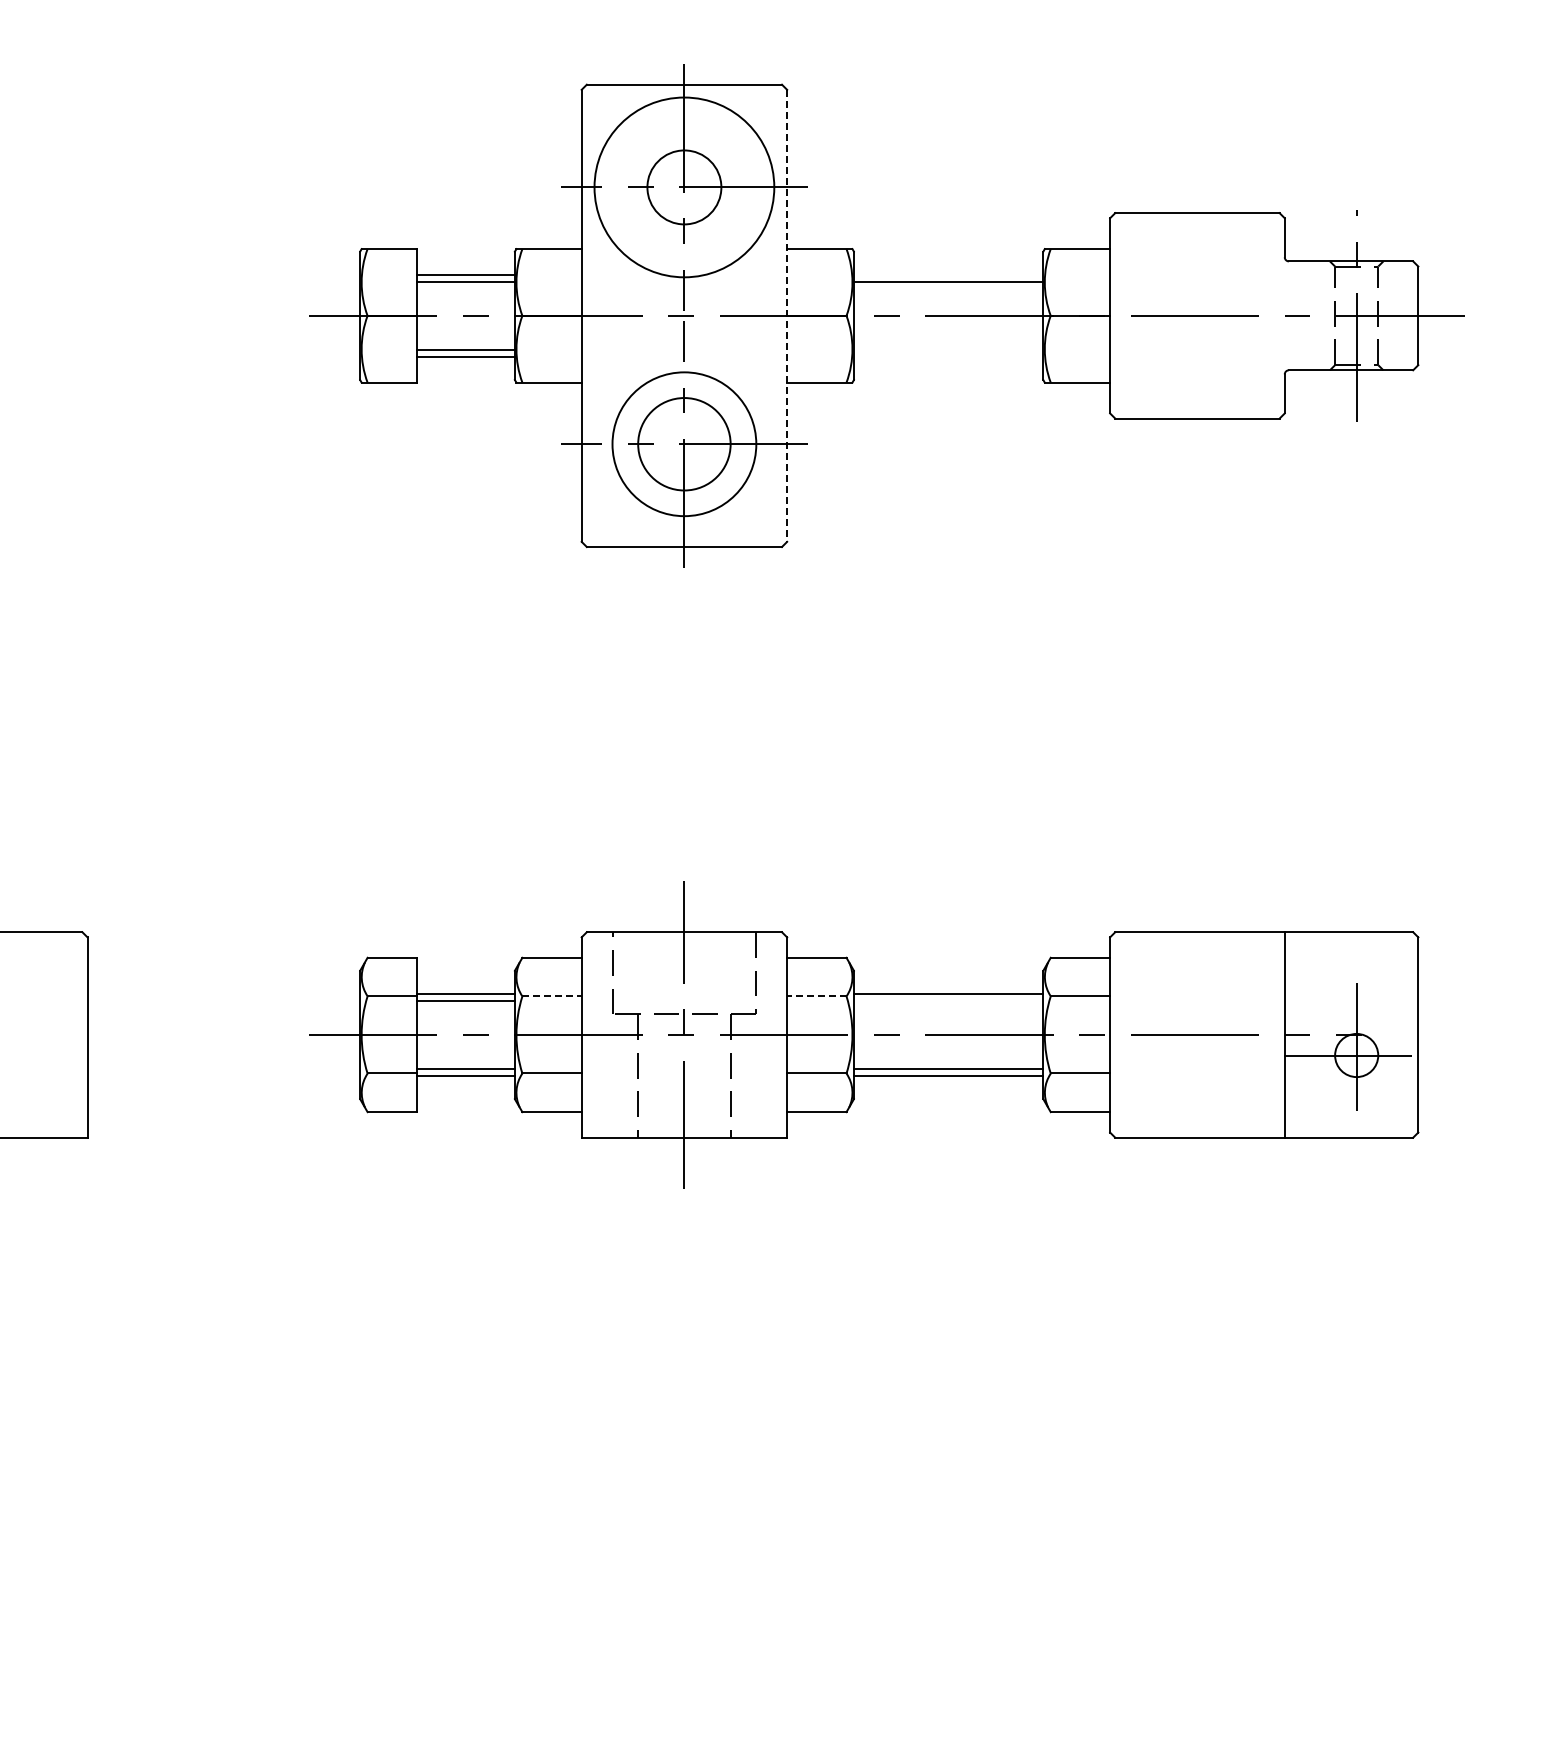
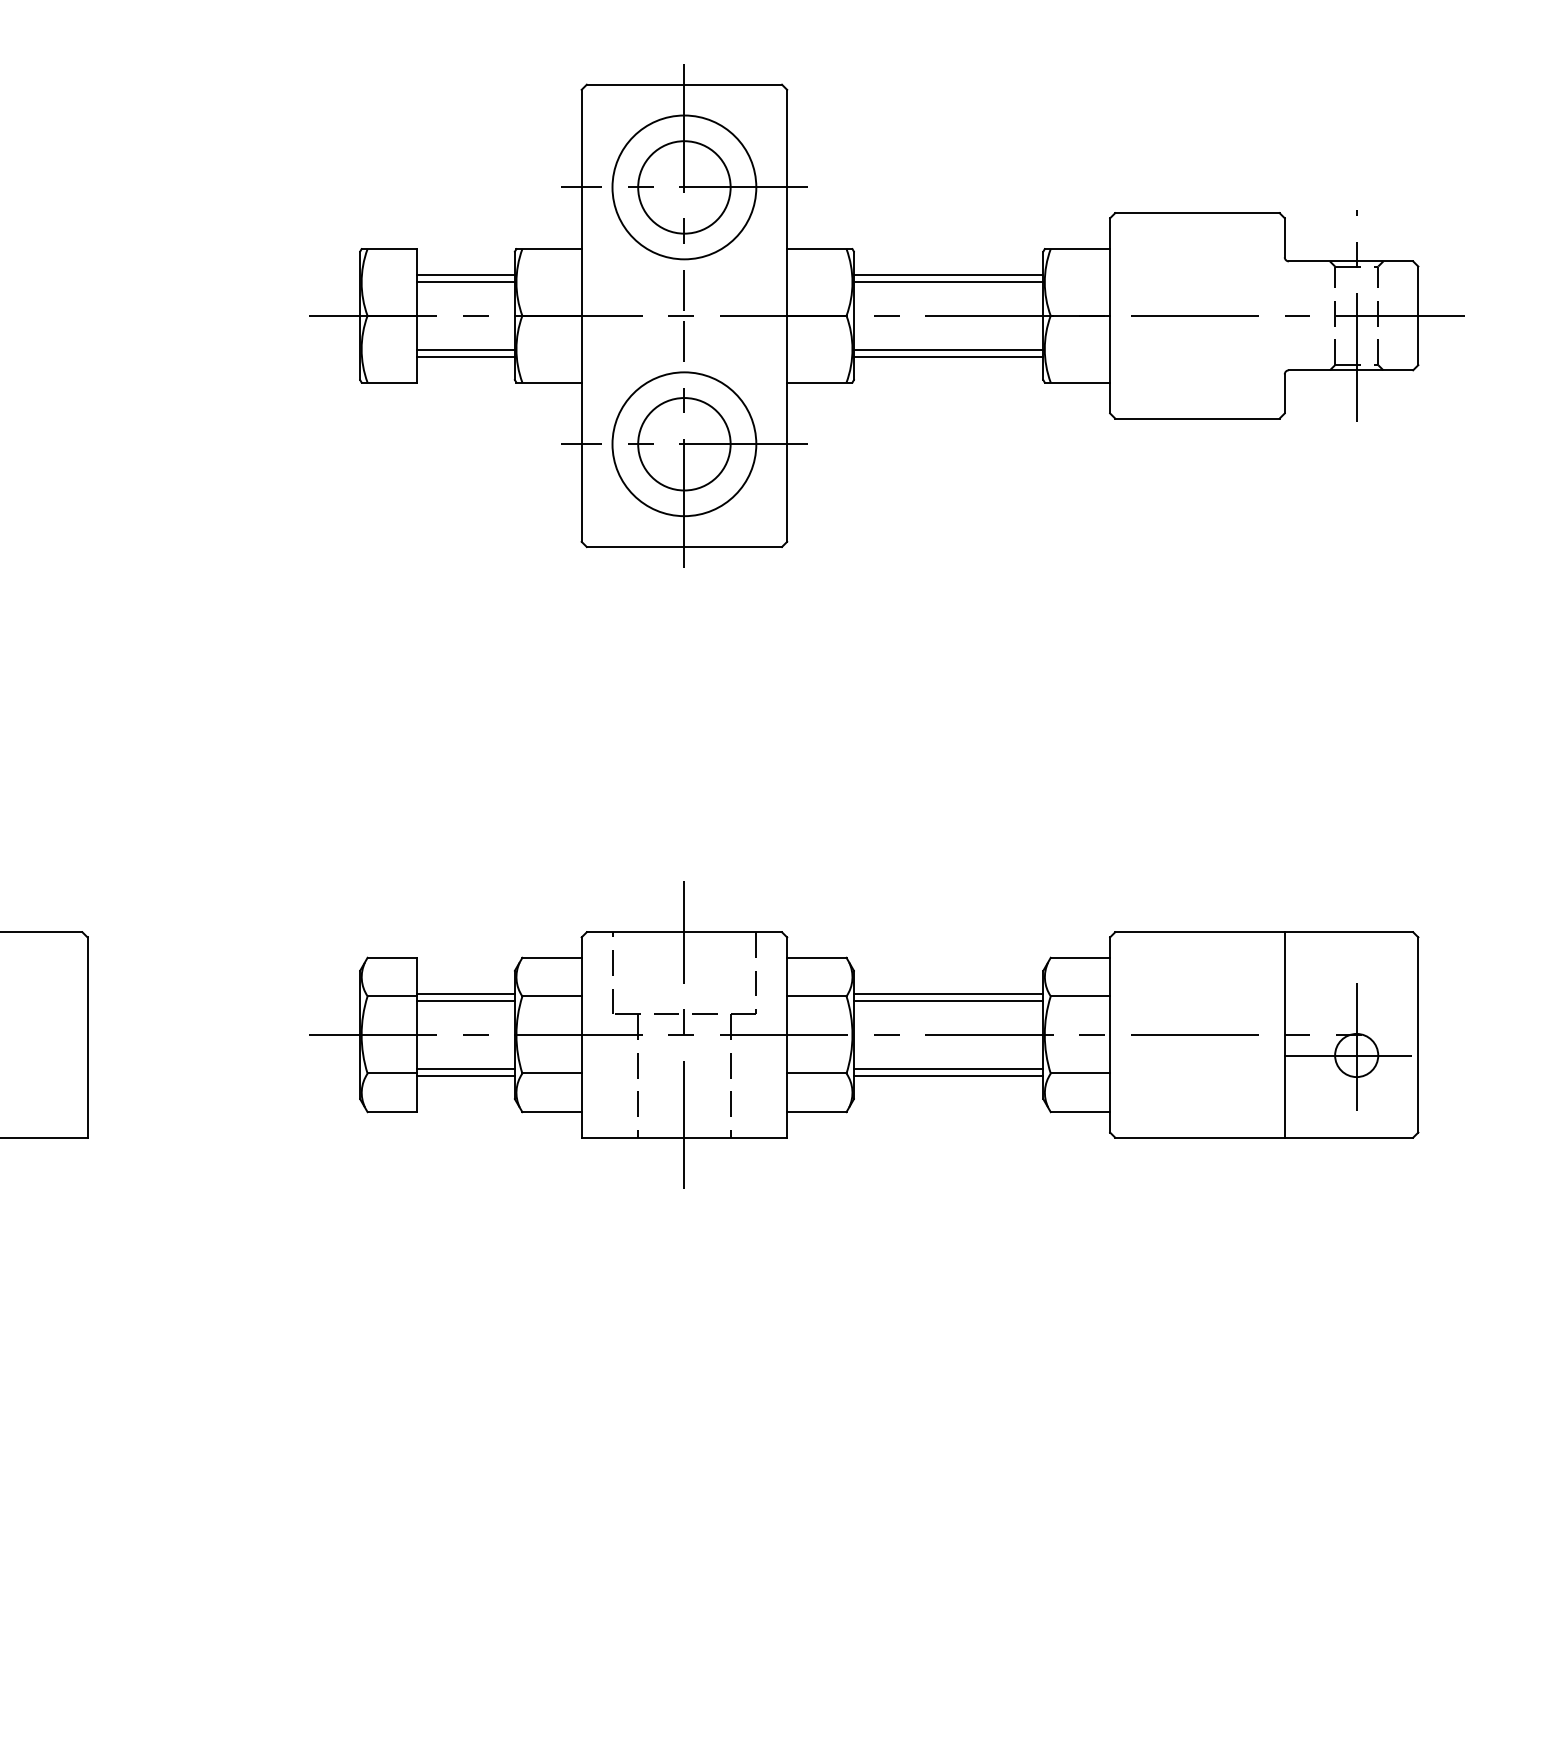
circle at (684, 187) diameter: 180 px -> 144 px
circle at (684, 187) diameter: 74 px -> 92 px
line at (948, 274): none -> present
line at (787, 316): dashed -> solid
line at (948, 349): none -> present
line at (948, 356): none -> present
line at (552, 996): dashed -> solid
line at (816, 996): dashed -> solid
line at (948, 1000): none -> present
